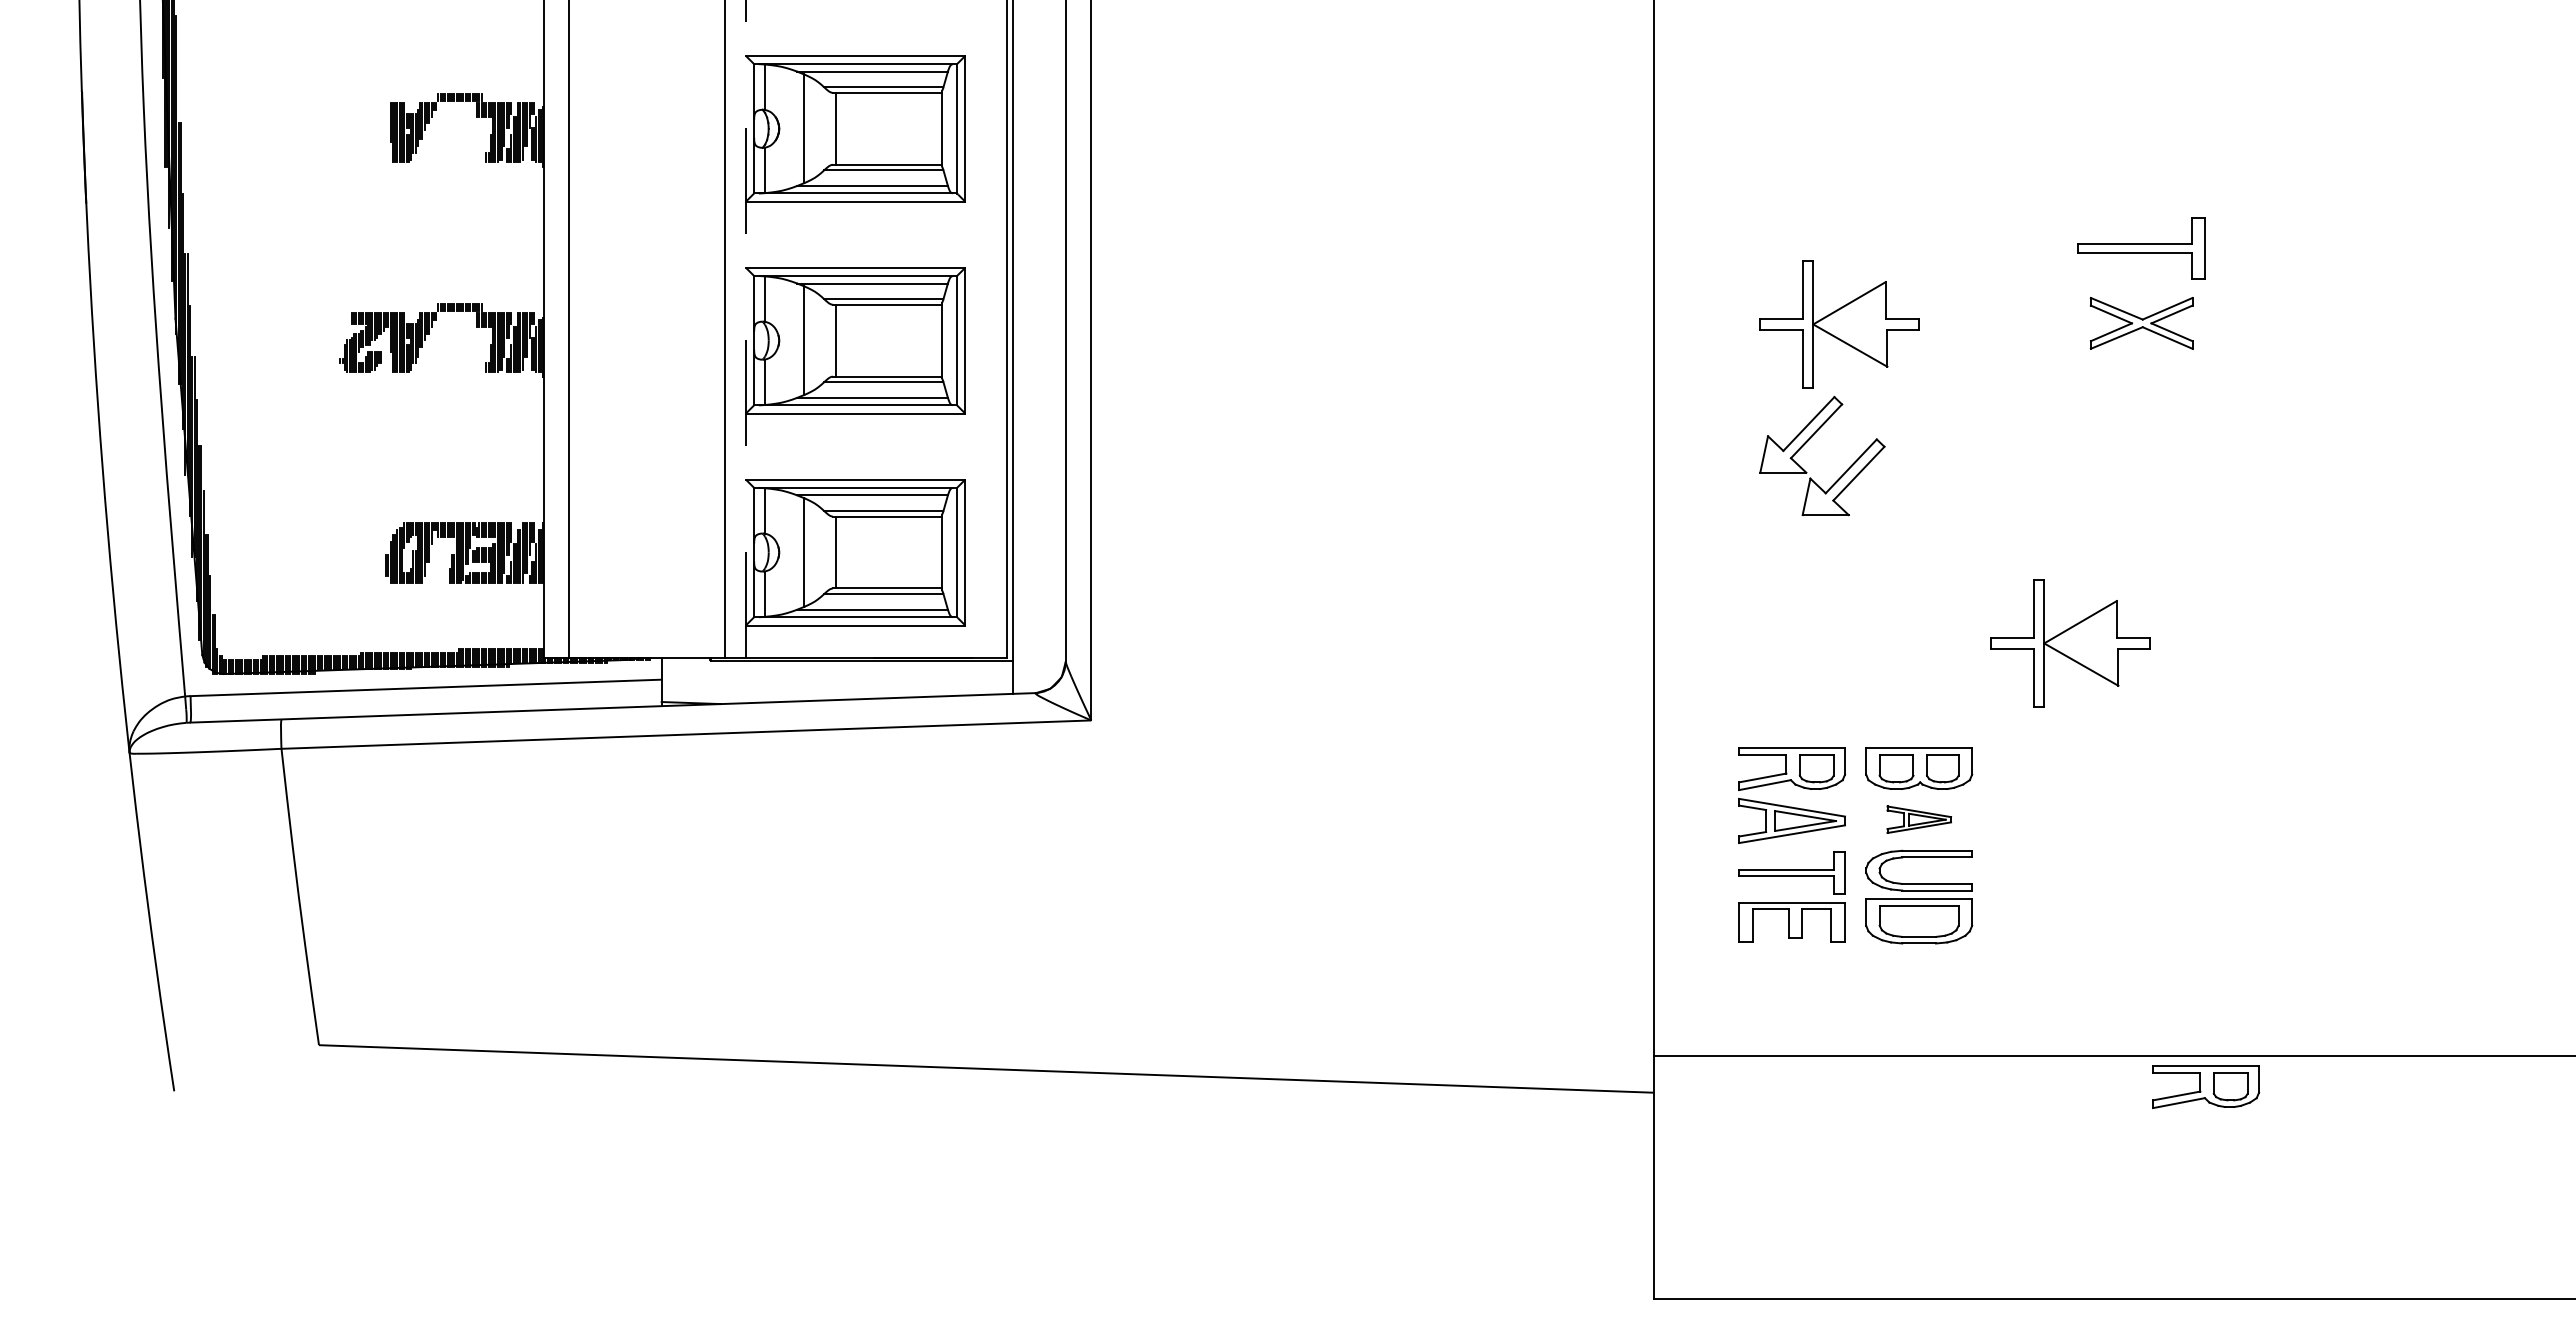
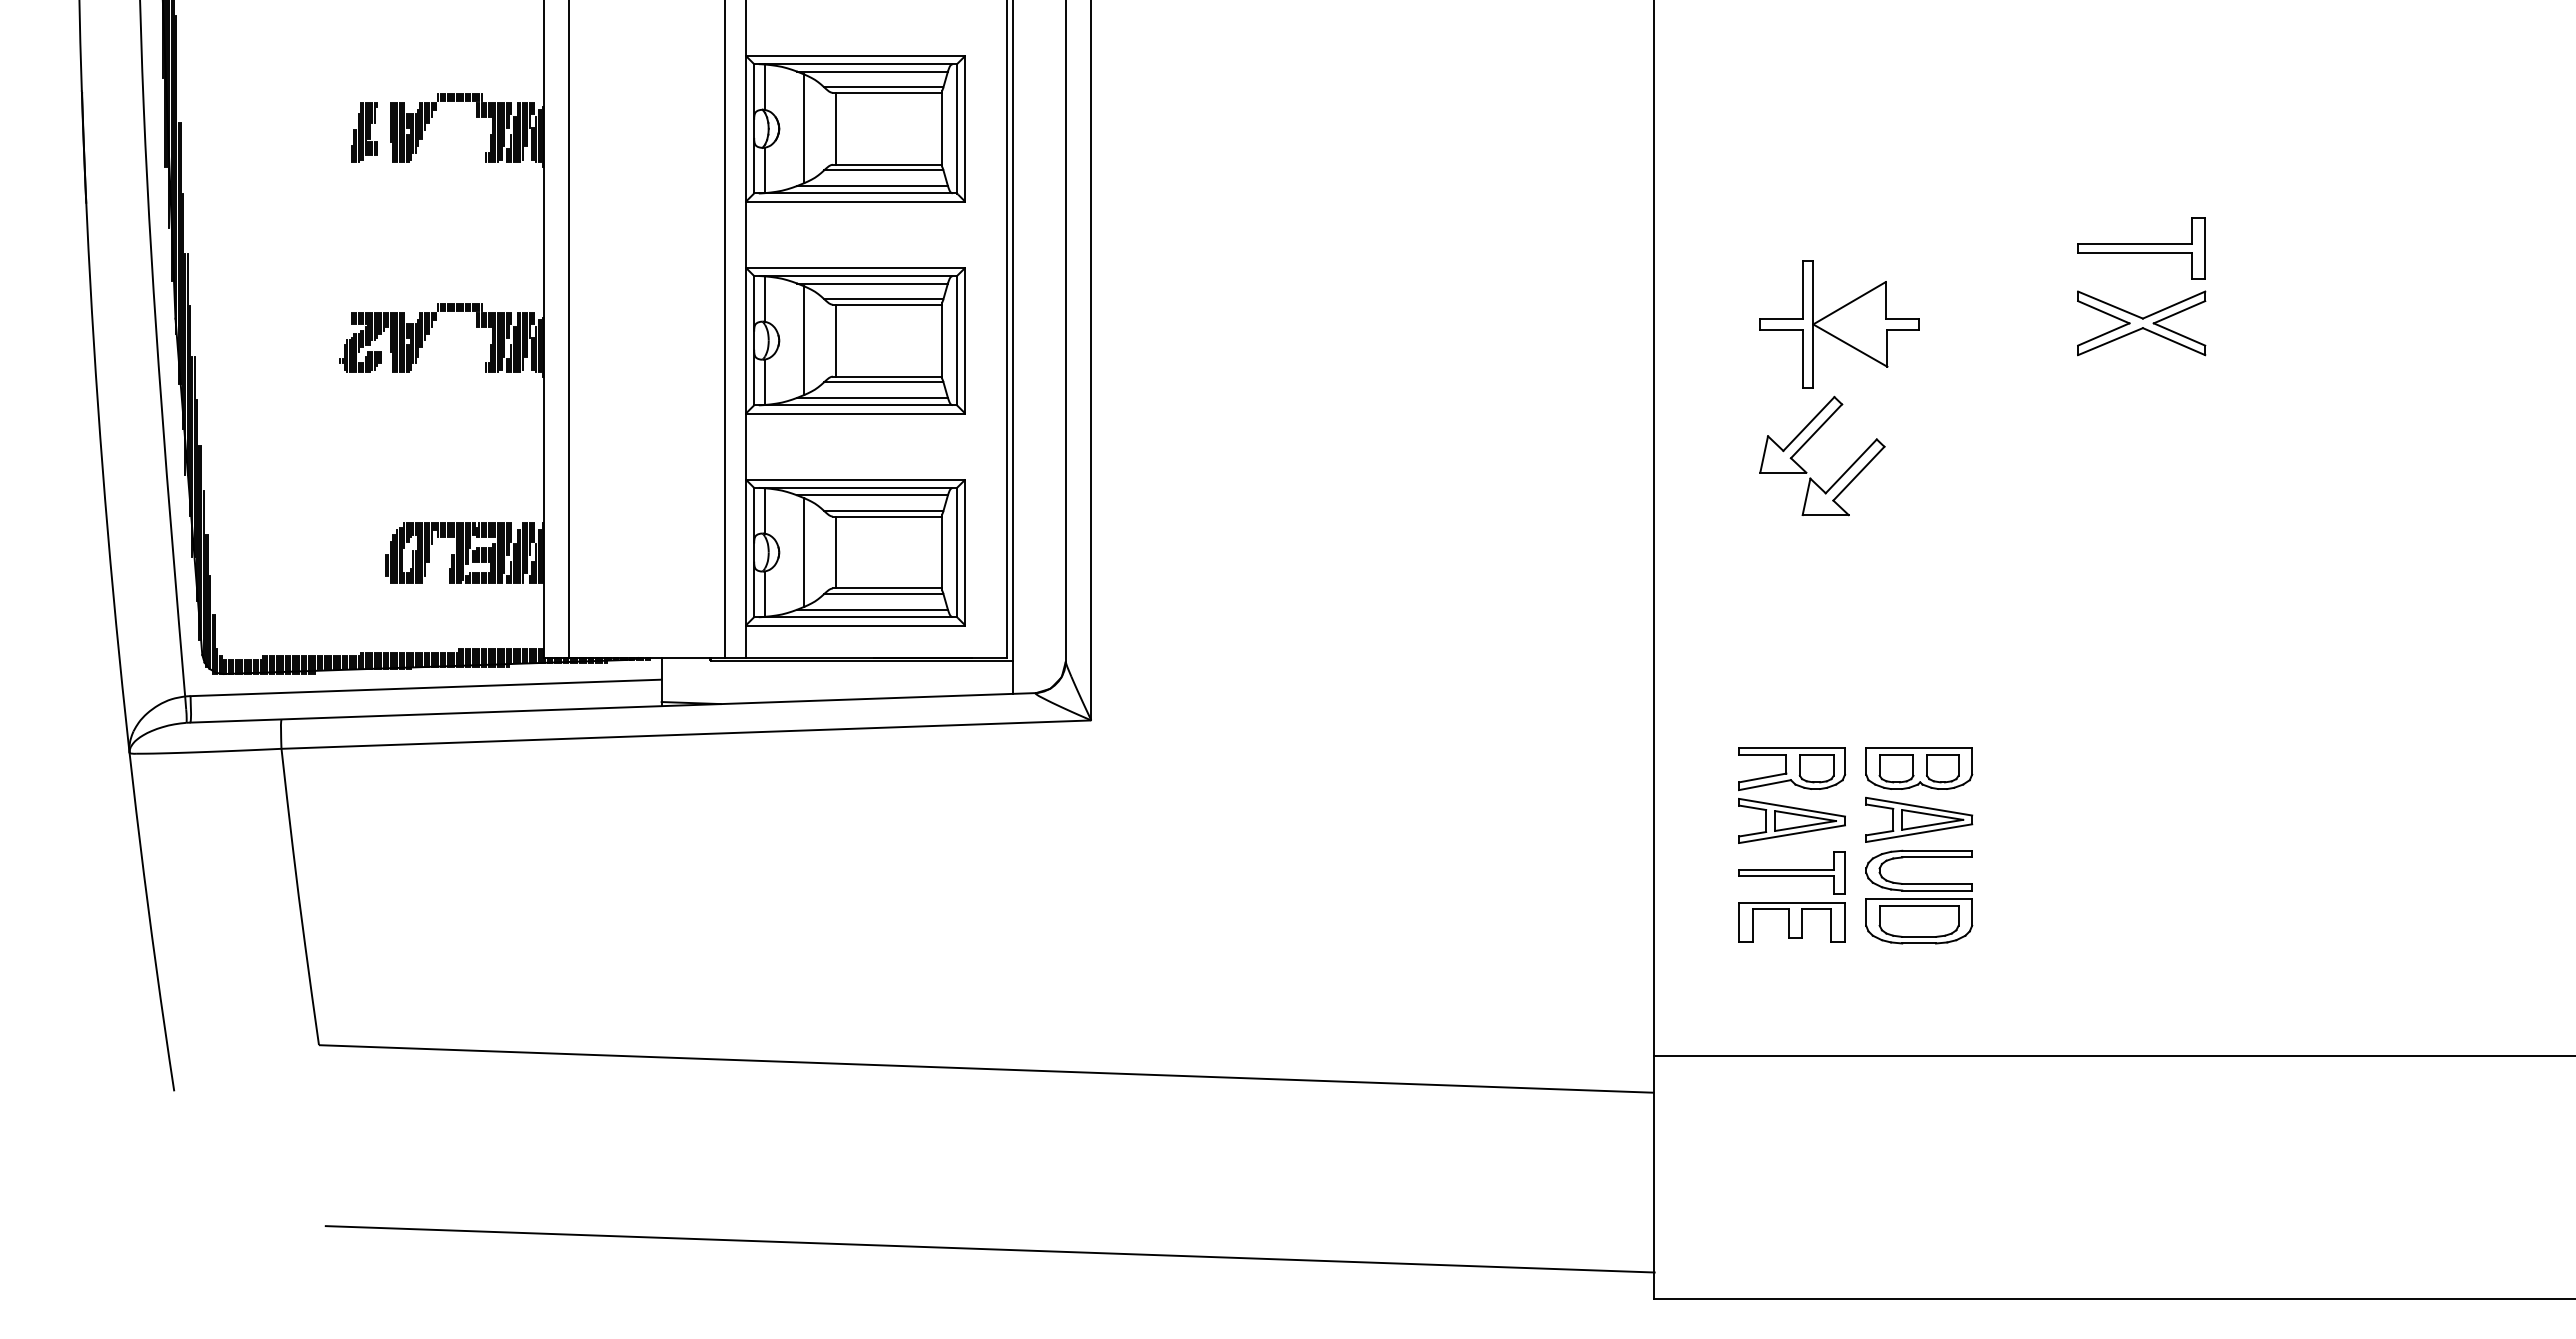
part at (364, 132): none -> present
part at (2141, 323) size: 105x53 px -> 130x67 px
line at (745, 329): dashed -> solid
part at (2070, 643): present -> none
part at (1918, 819) size: 66x29 px -> 109x47 px
part at (2206, 1086): present -> none
line at (989, 1249): none -> present
